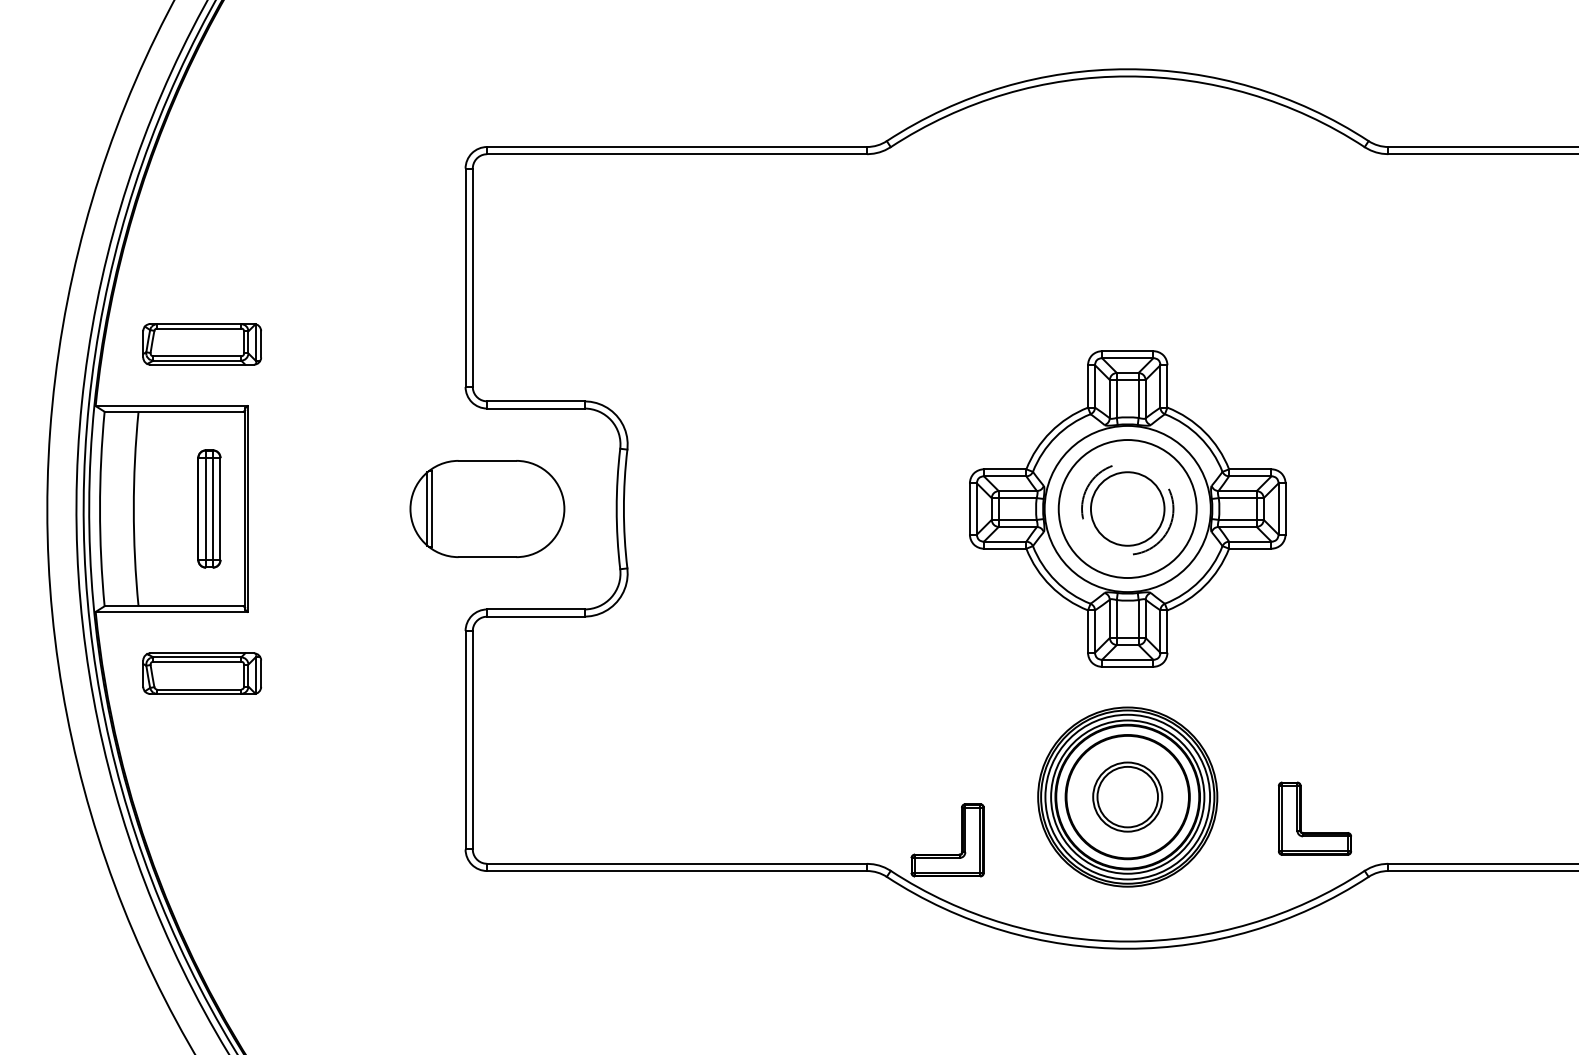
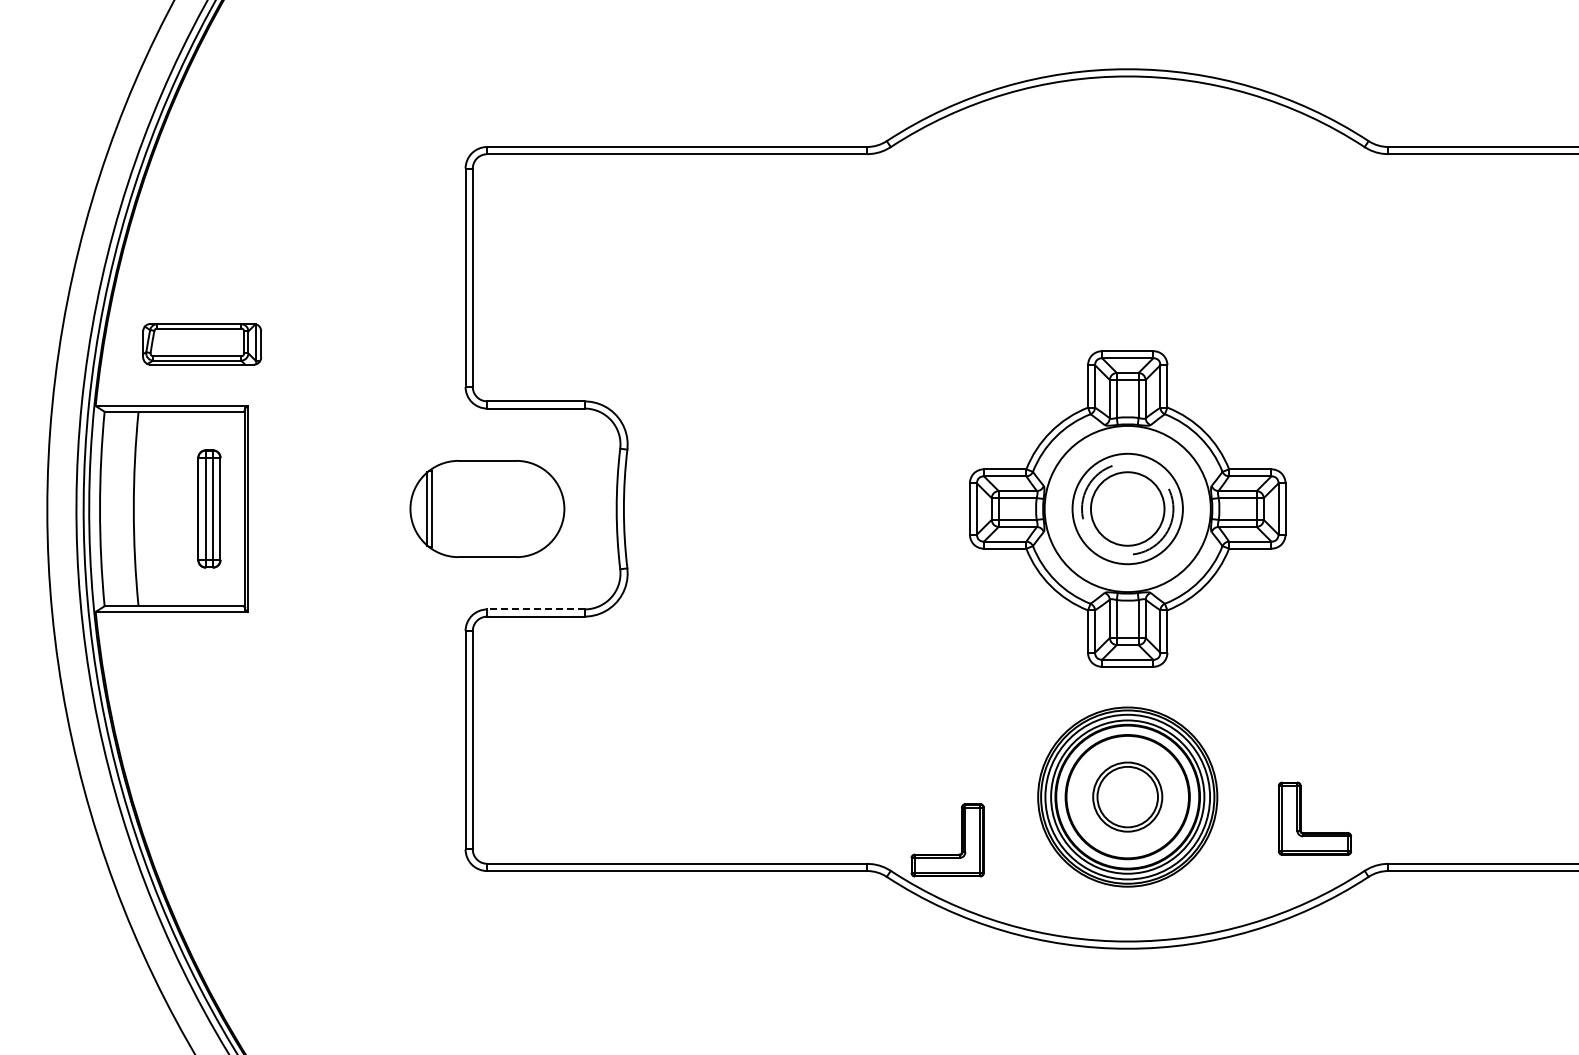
circle at (1127, 509) diameter: 138 px -> 110 px
line at (535, 609): solid -> dashed
part at (201, 673): present -> none
